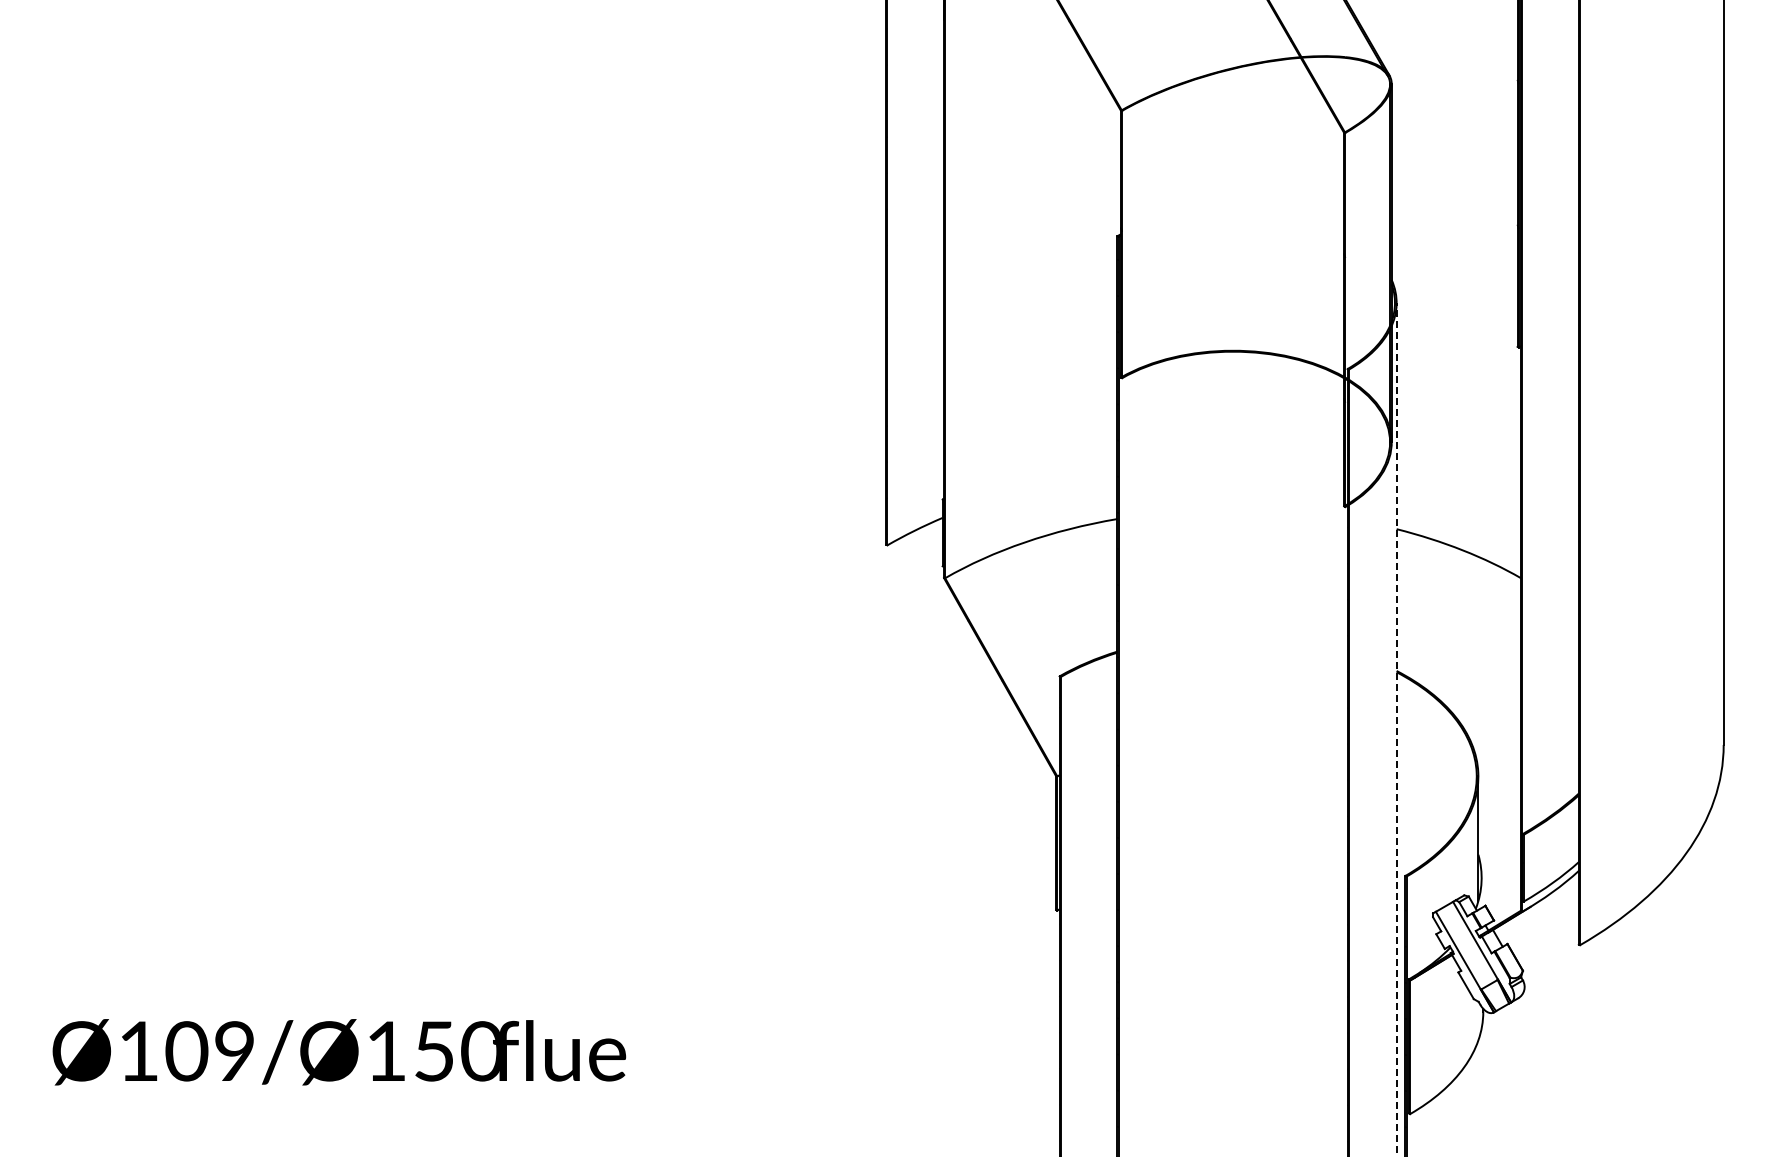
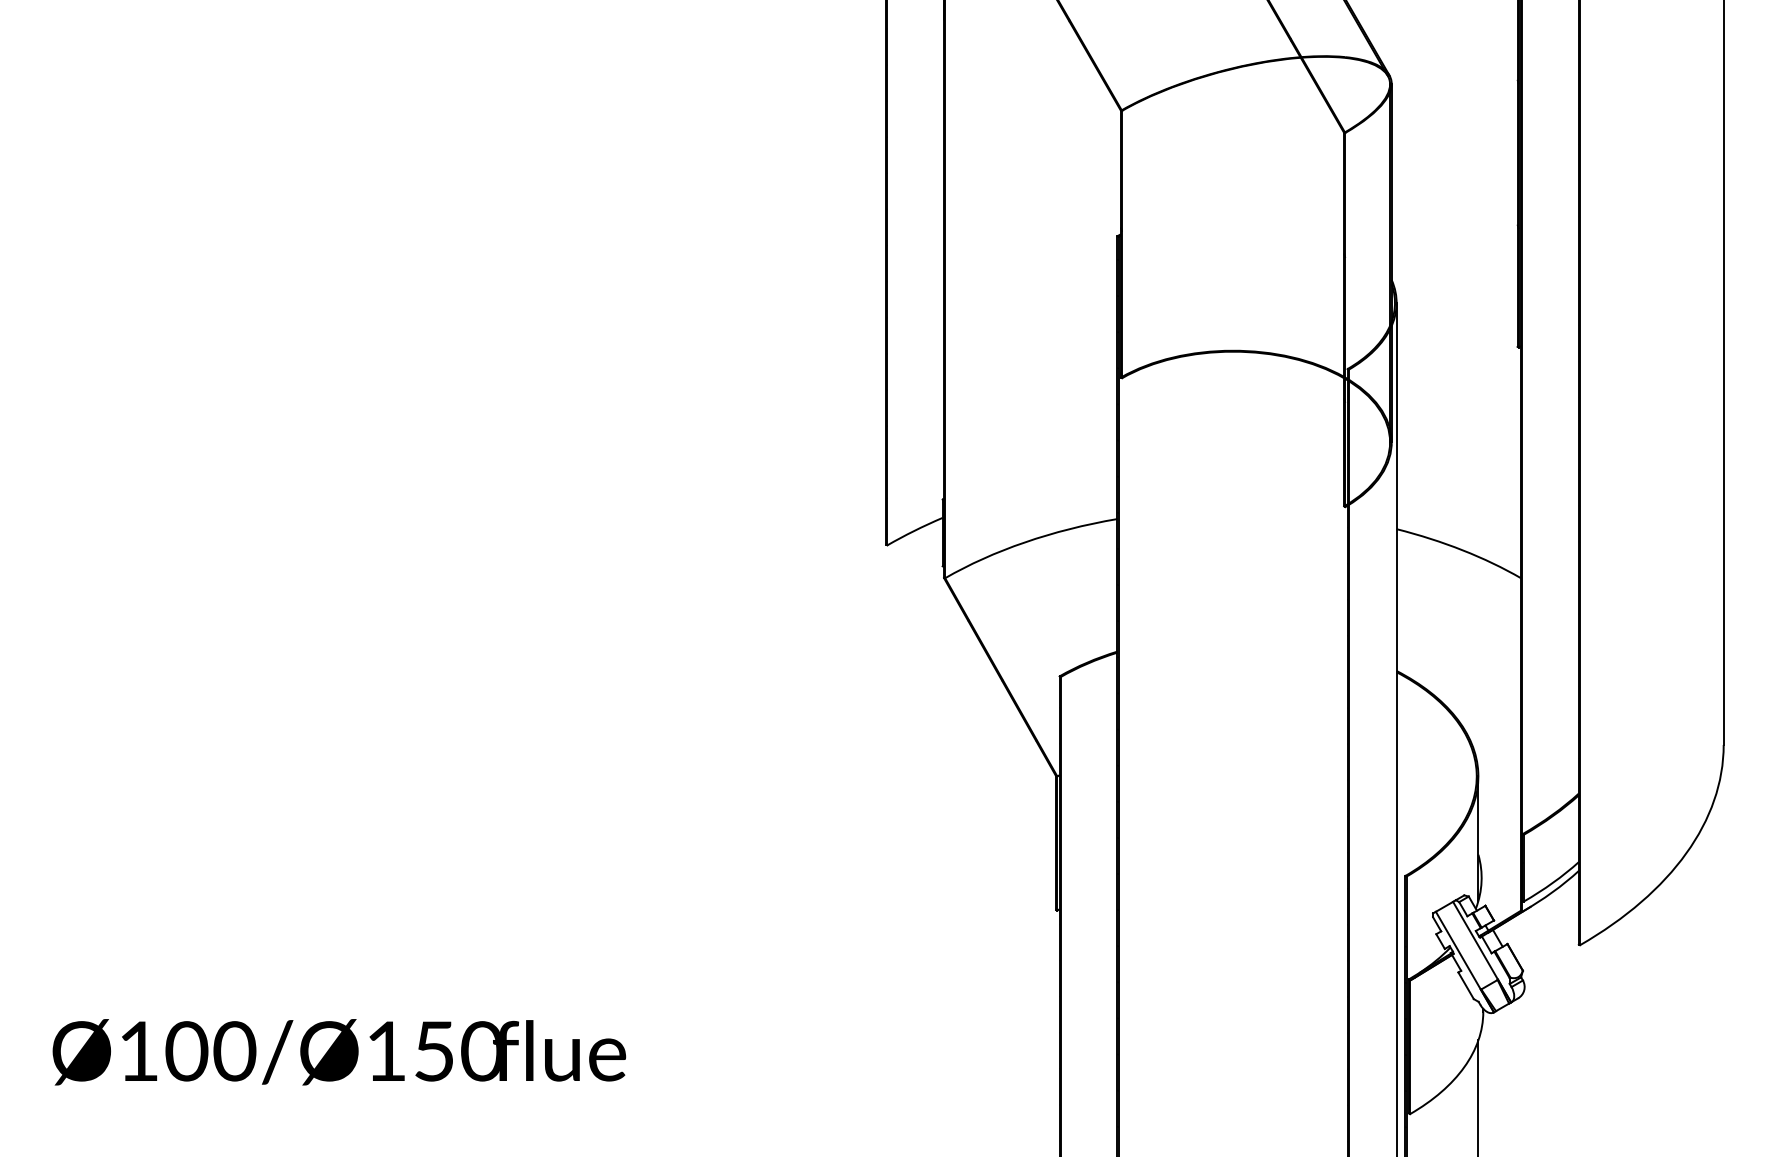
line at (1396, 729): dashed -> solid
text at (234, 1051): Ø109/Ø150 -> Ø100/Ø150
line at (1478, 1096): none -> present
